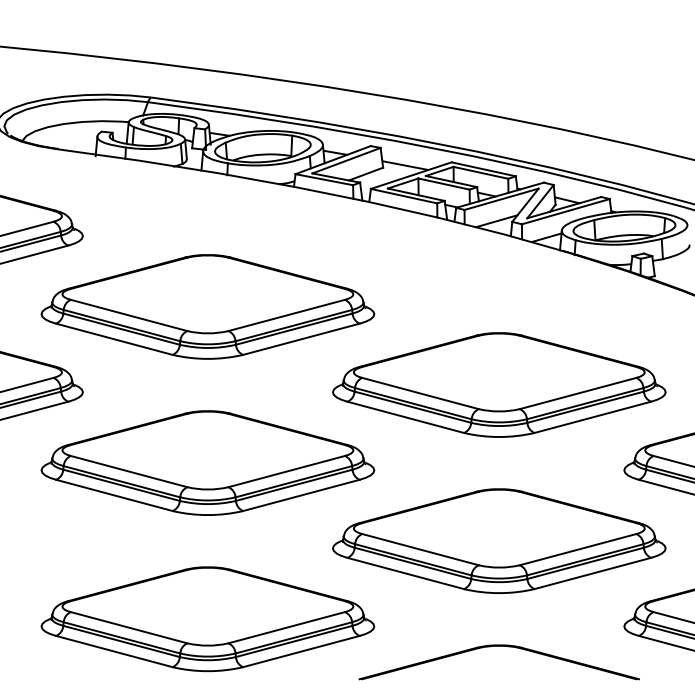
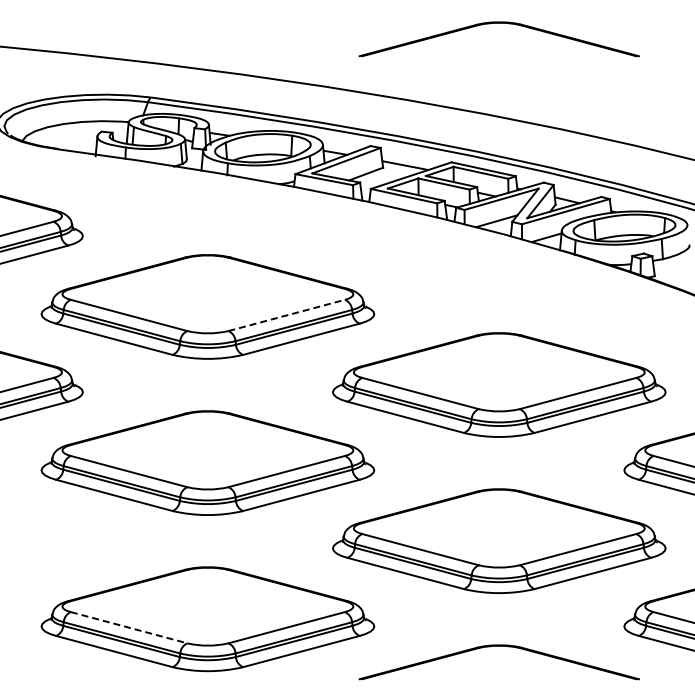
part at (498, 23): none -> present
line at (287, 315): solid -> dashed
line at (129, 627): solid -> dashed
